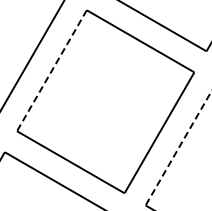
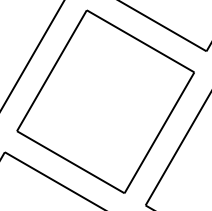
line at (51, 70): dashed -> solid
line at (178, 148): dashed -> solid
